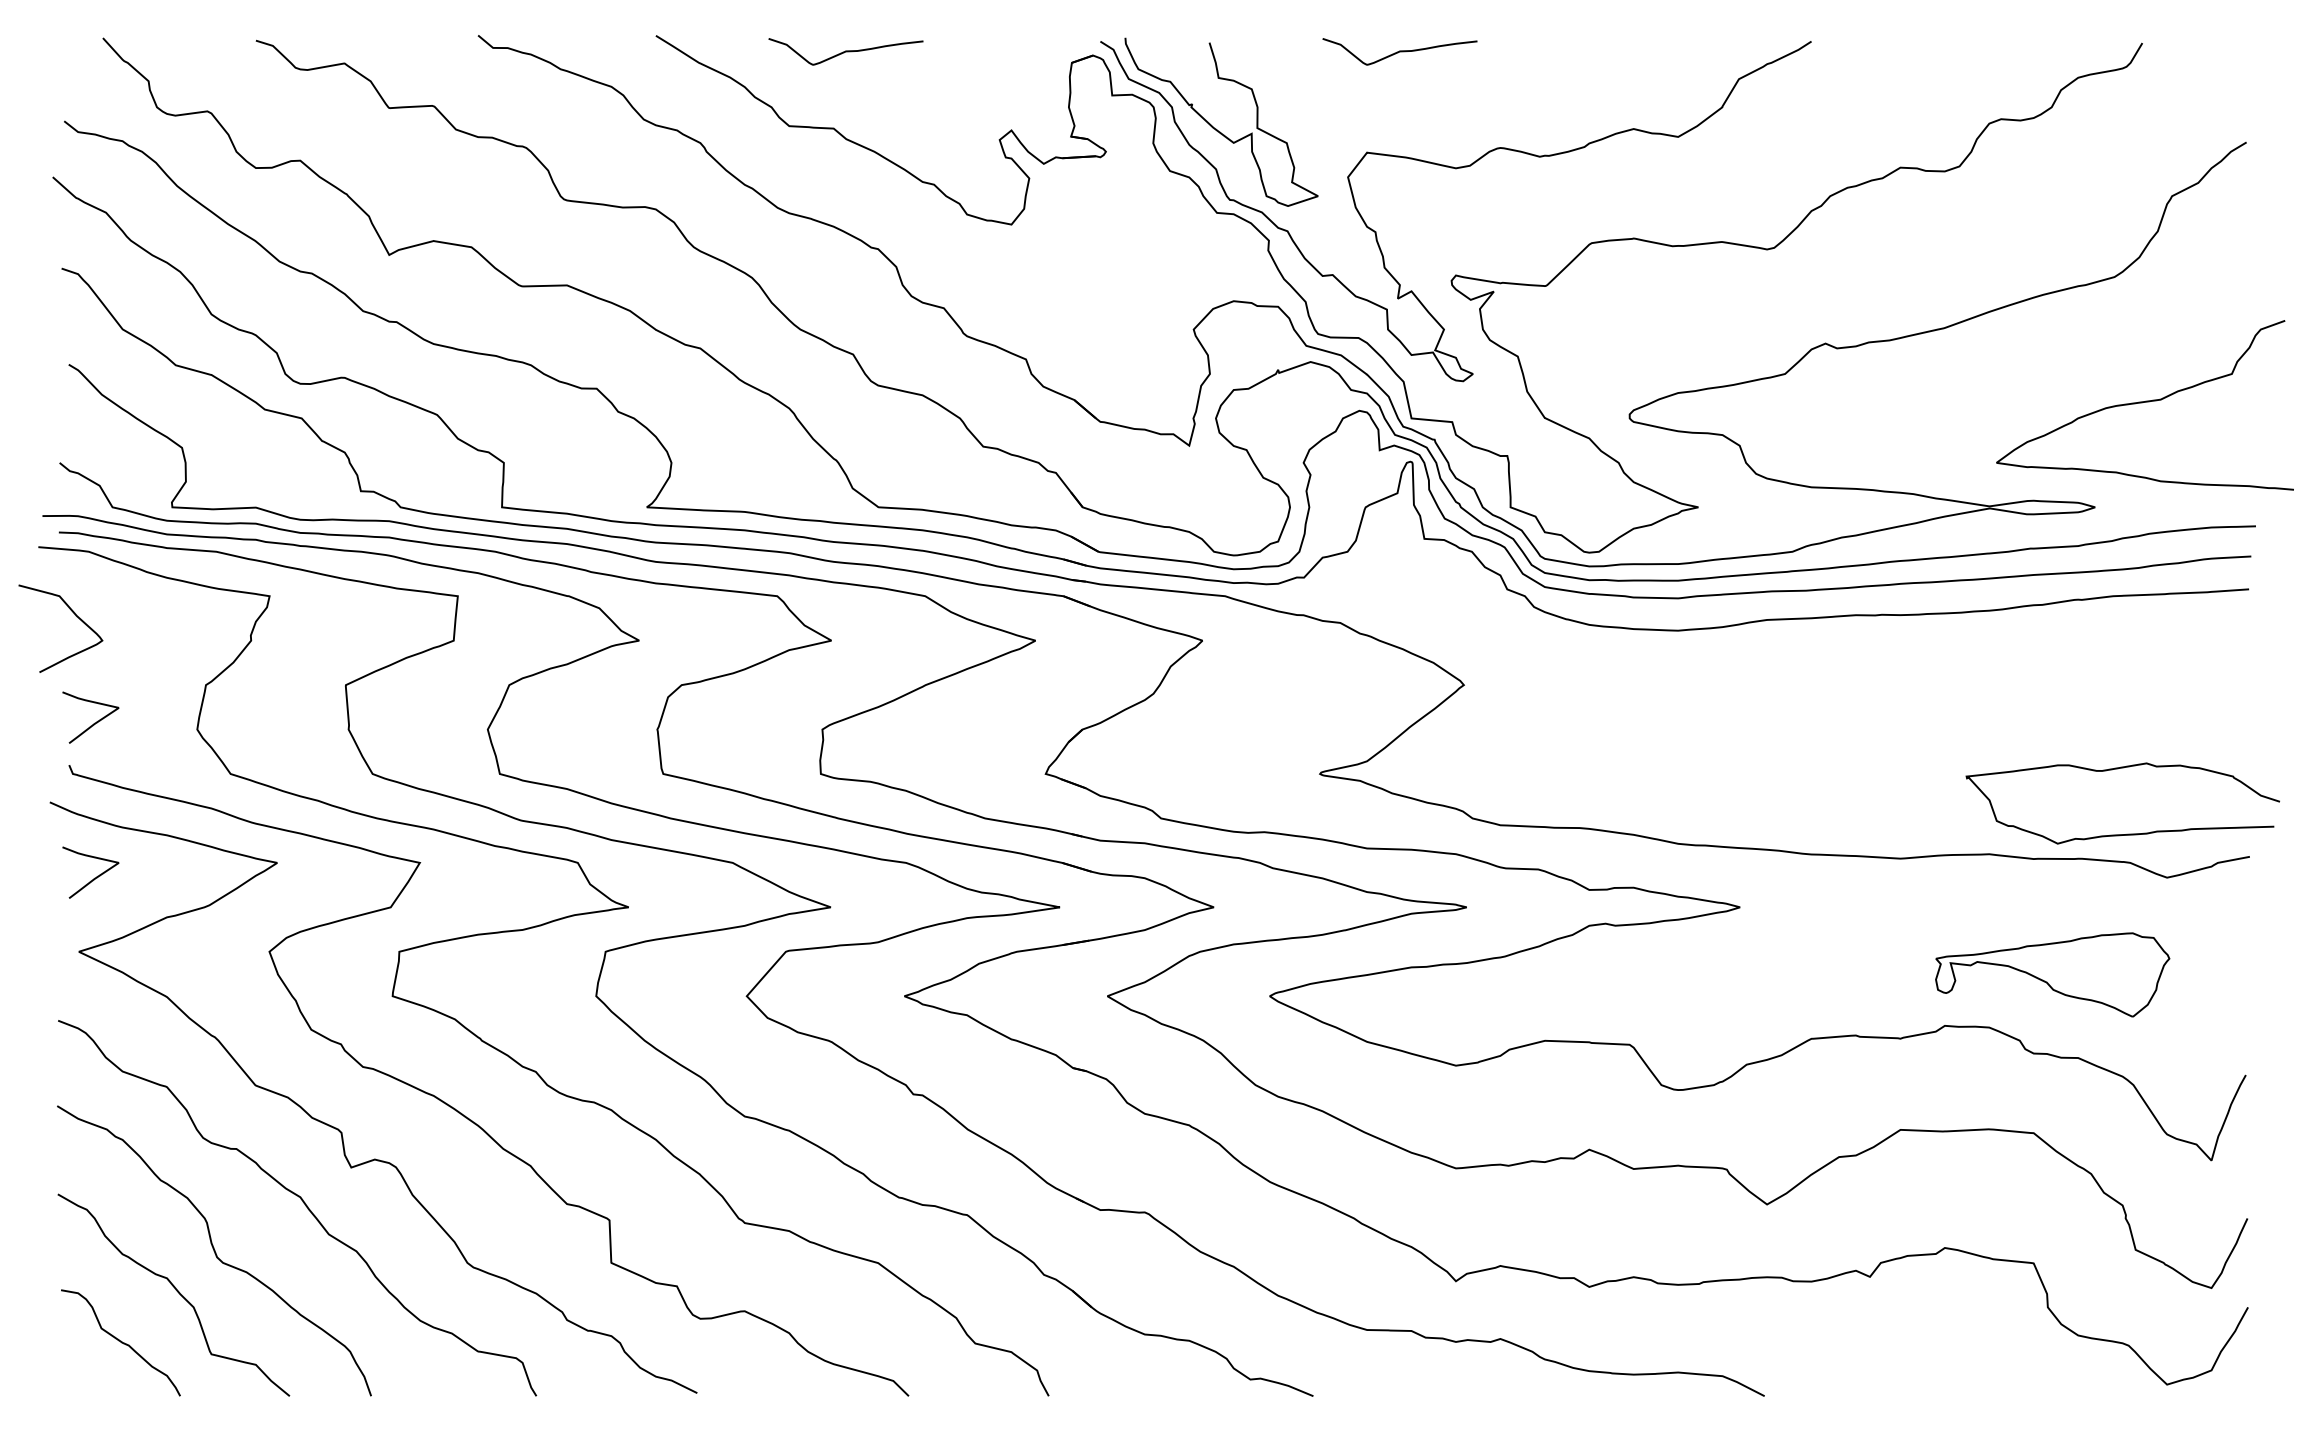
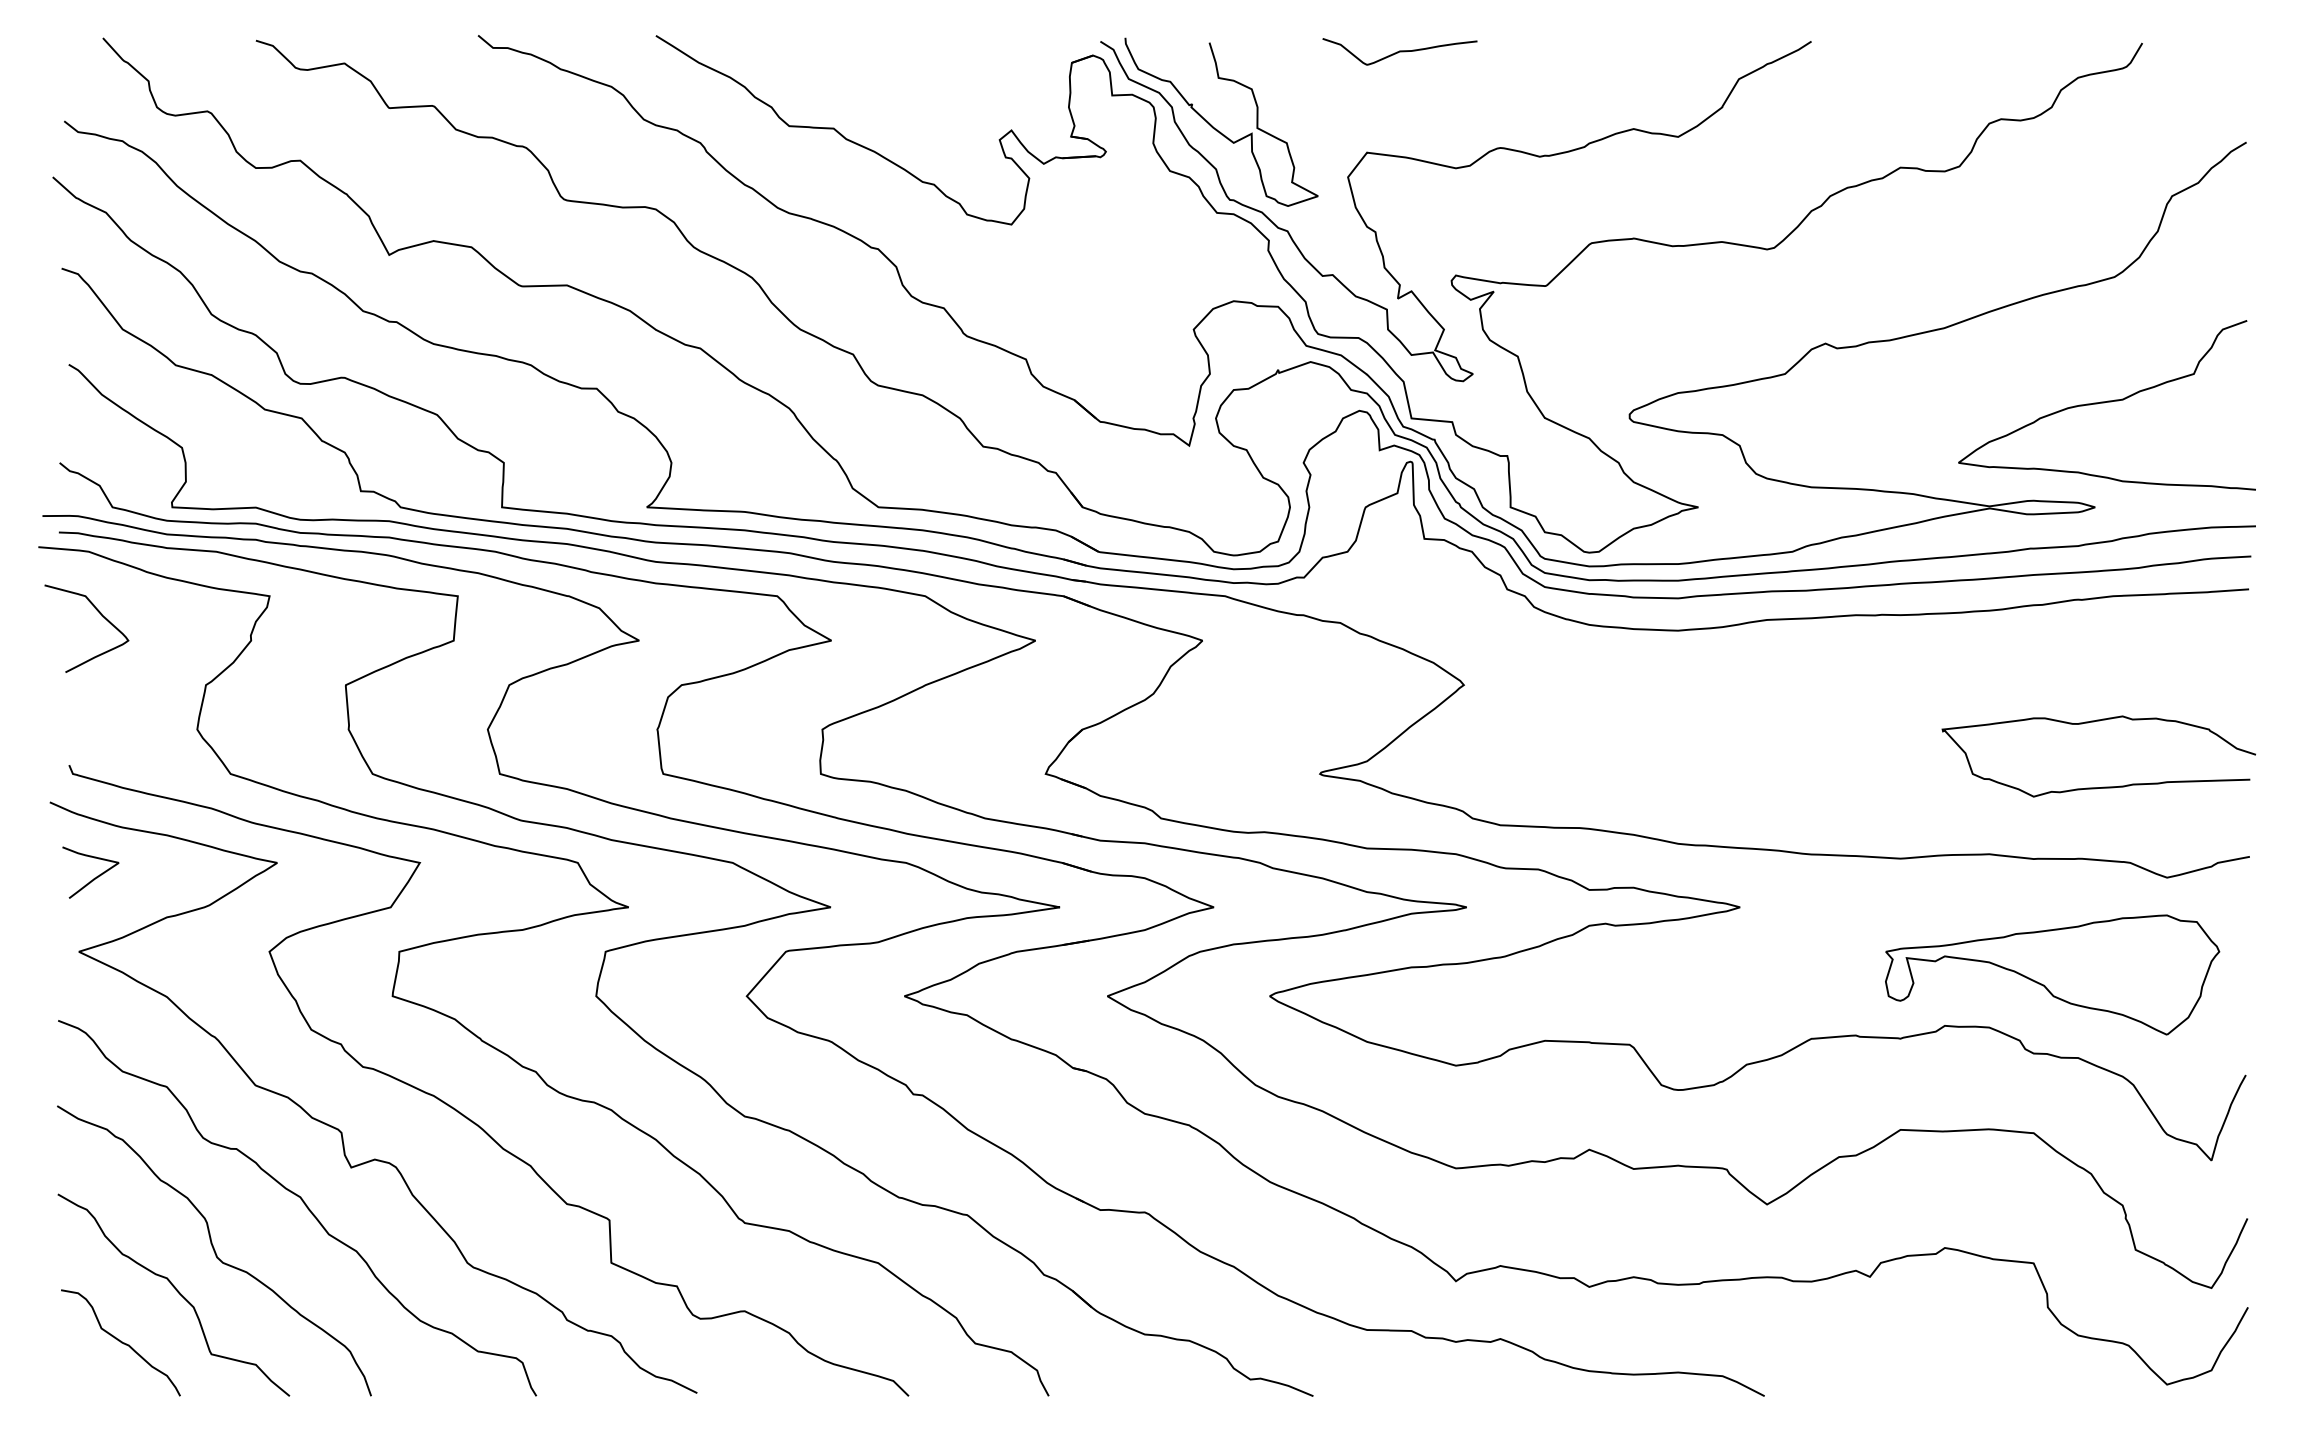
curve at (845, 51): present -> none
curve at (2142, 403) position: (2142, 403) -> (2104, 403)
curve at (74, 614) position: (74, 614) -> (100, 614)
curve at (94, 722): present -> none
curve at (2127, 833) position: (2127, 833) -> (2103, 786)
part at (2052, 974) size: 236x86 px -> 336x122 px
